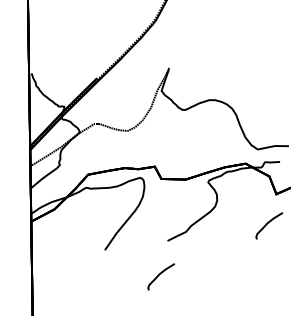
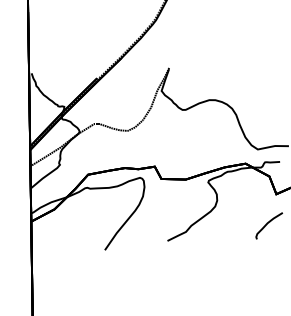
curve at (159, 275): present -> none
